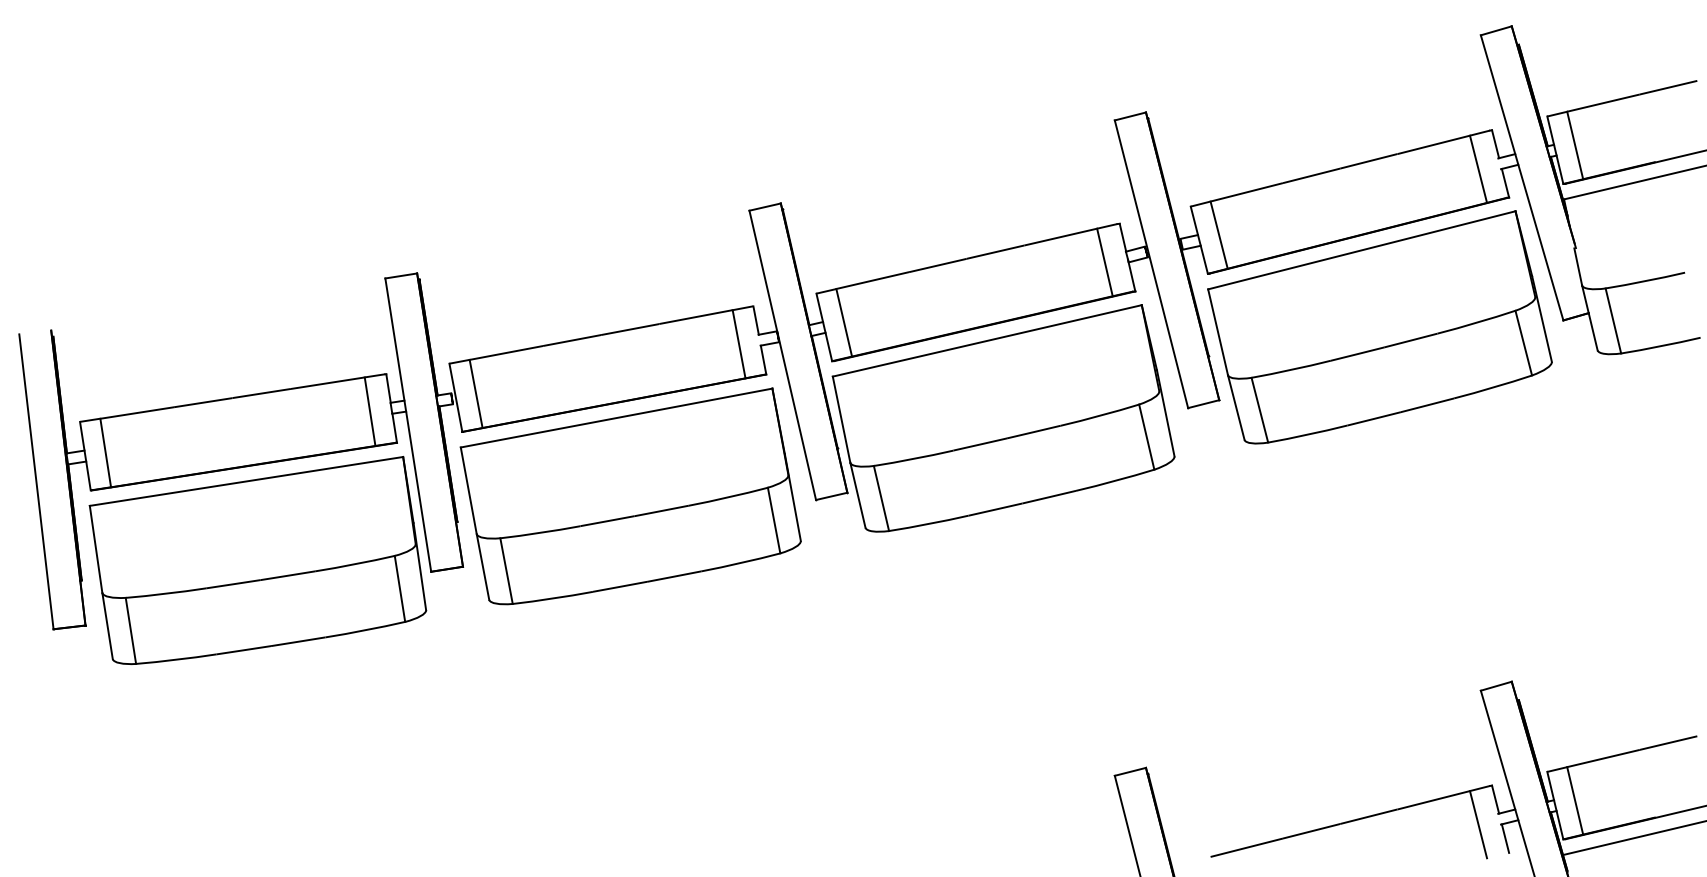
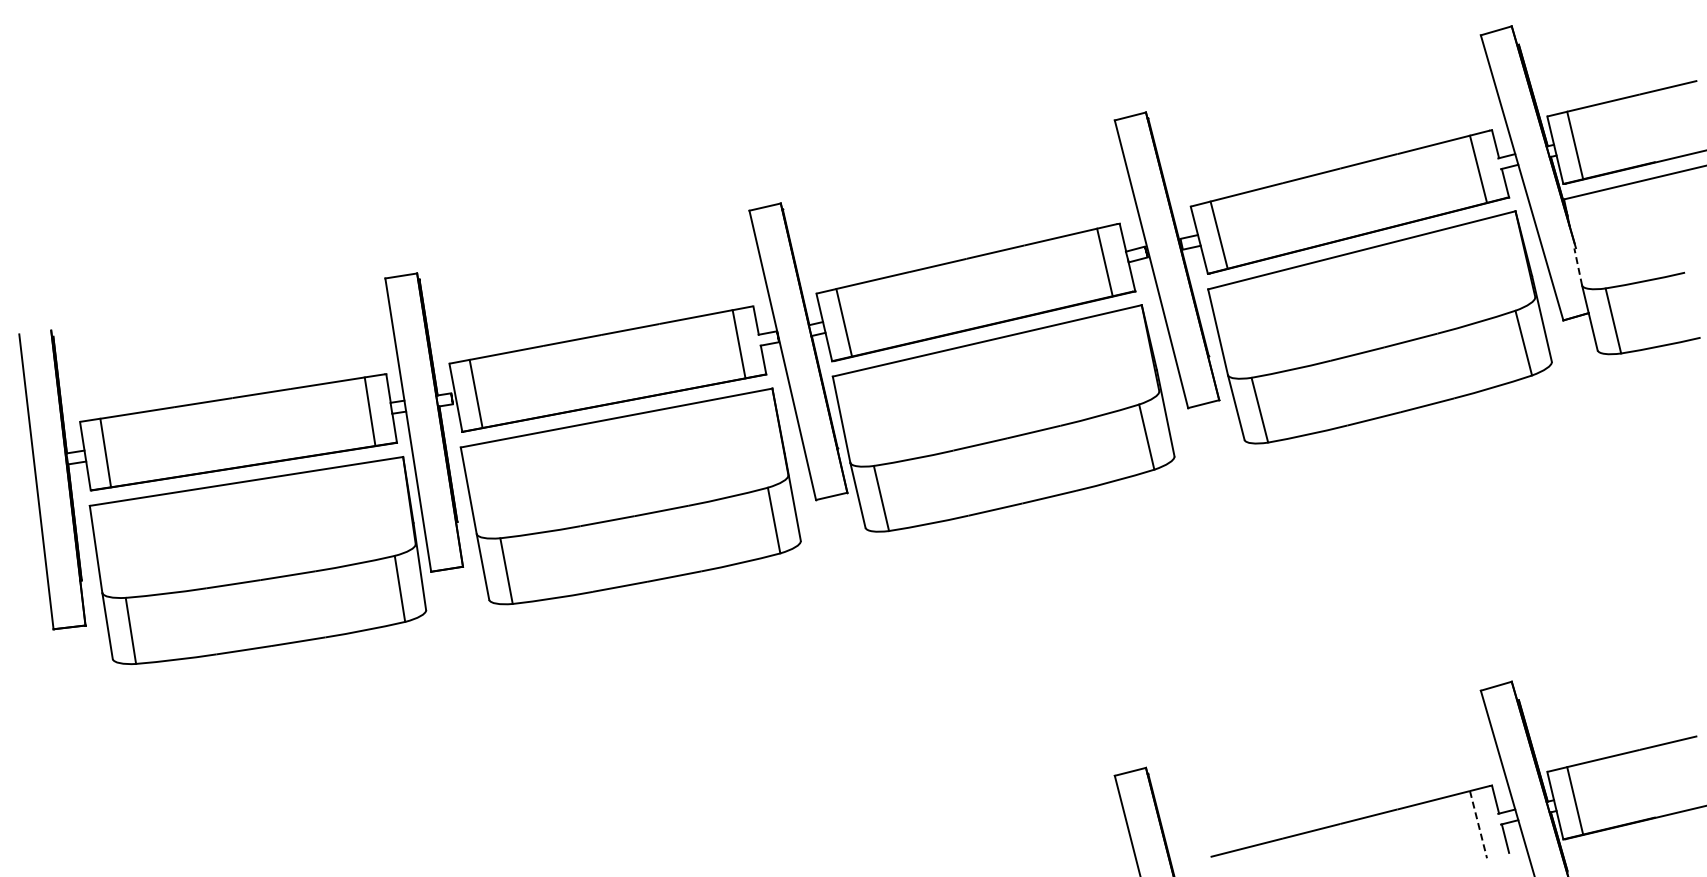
line at (1578, 267): solid -> dashed
line at (1478, 824): solid -> dashed
line at (1633, 837): present -> none
